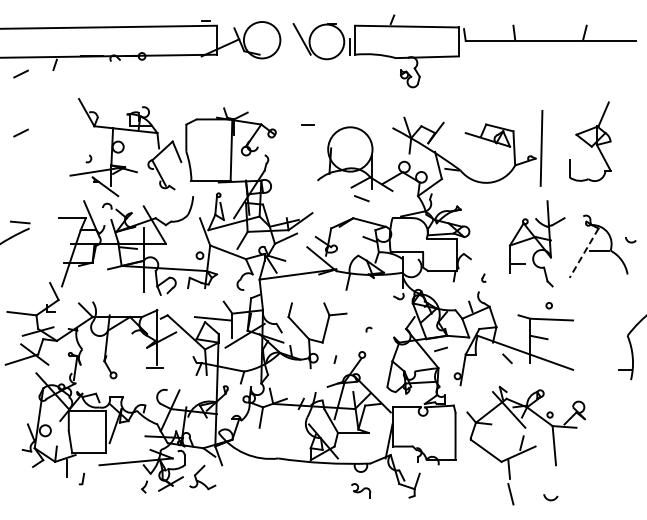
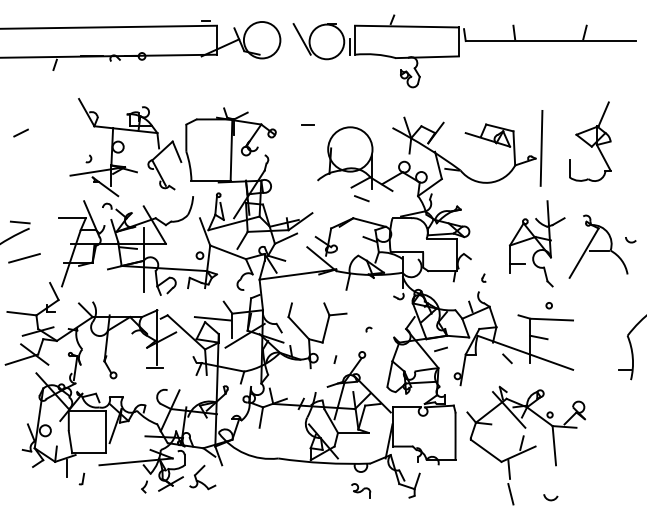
line at (20, 73): present -> none
line at (584, 253): dashed -> solid
line at (24, 258): none -> present
